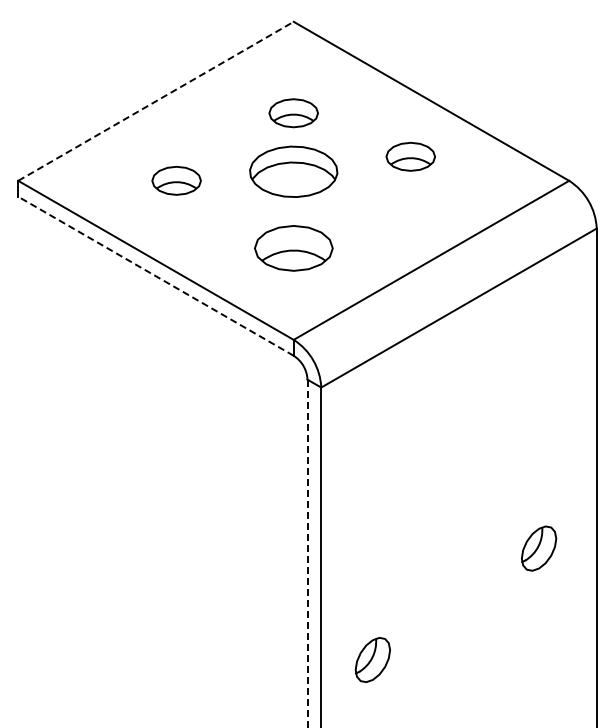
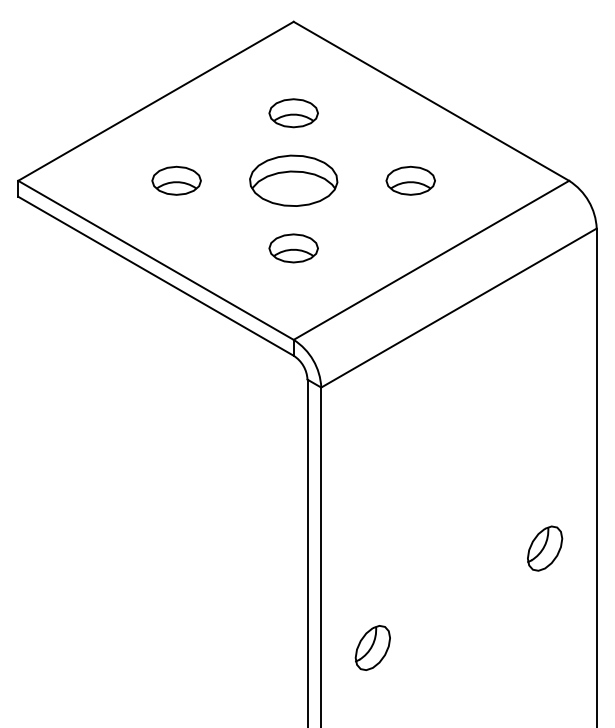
line at (156, 101): dashed -> solid
part at (410, 156) position: (410, 156) -> (410, 180)
part at (293, 171) position: (293, 171) -> (293, 180)
part at (293, 248) size: 80x47 px -> 51x31 px
line at (155, 276): dashed -> solid
part at (539, 548) position: (539, 548) -> (545, 548)
line at (307, 553): dashed -> solid
part at (372, 659) position: (372, 659) -> (372, 647)
